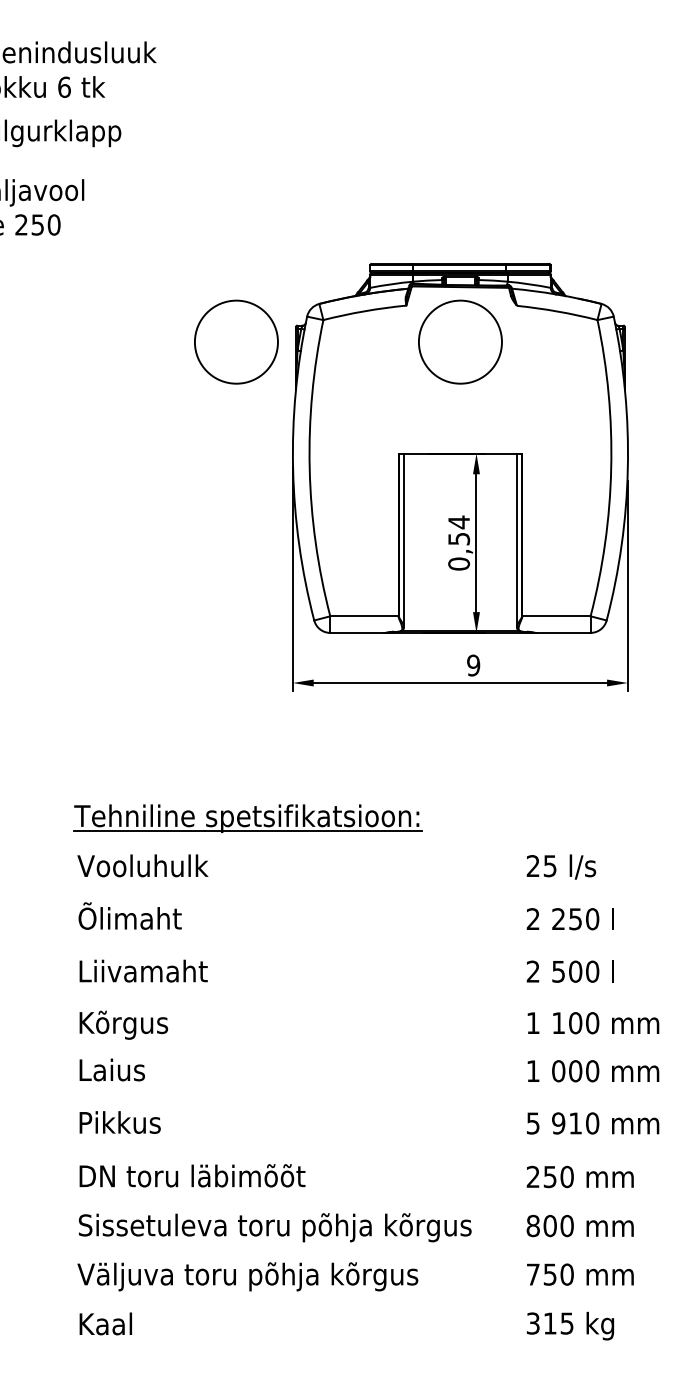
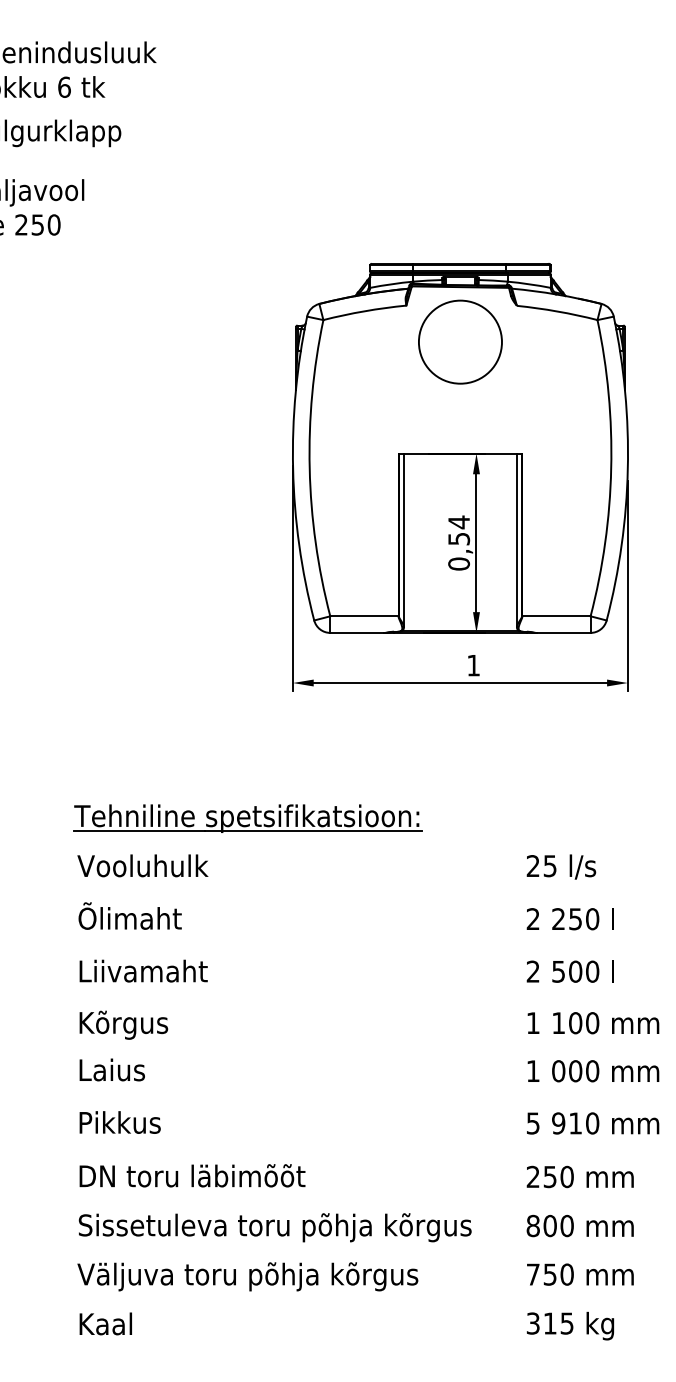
circle at (236, 341): present -> none
text at (473, 665): 9 -> 1
